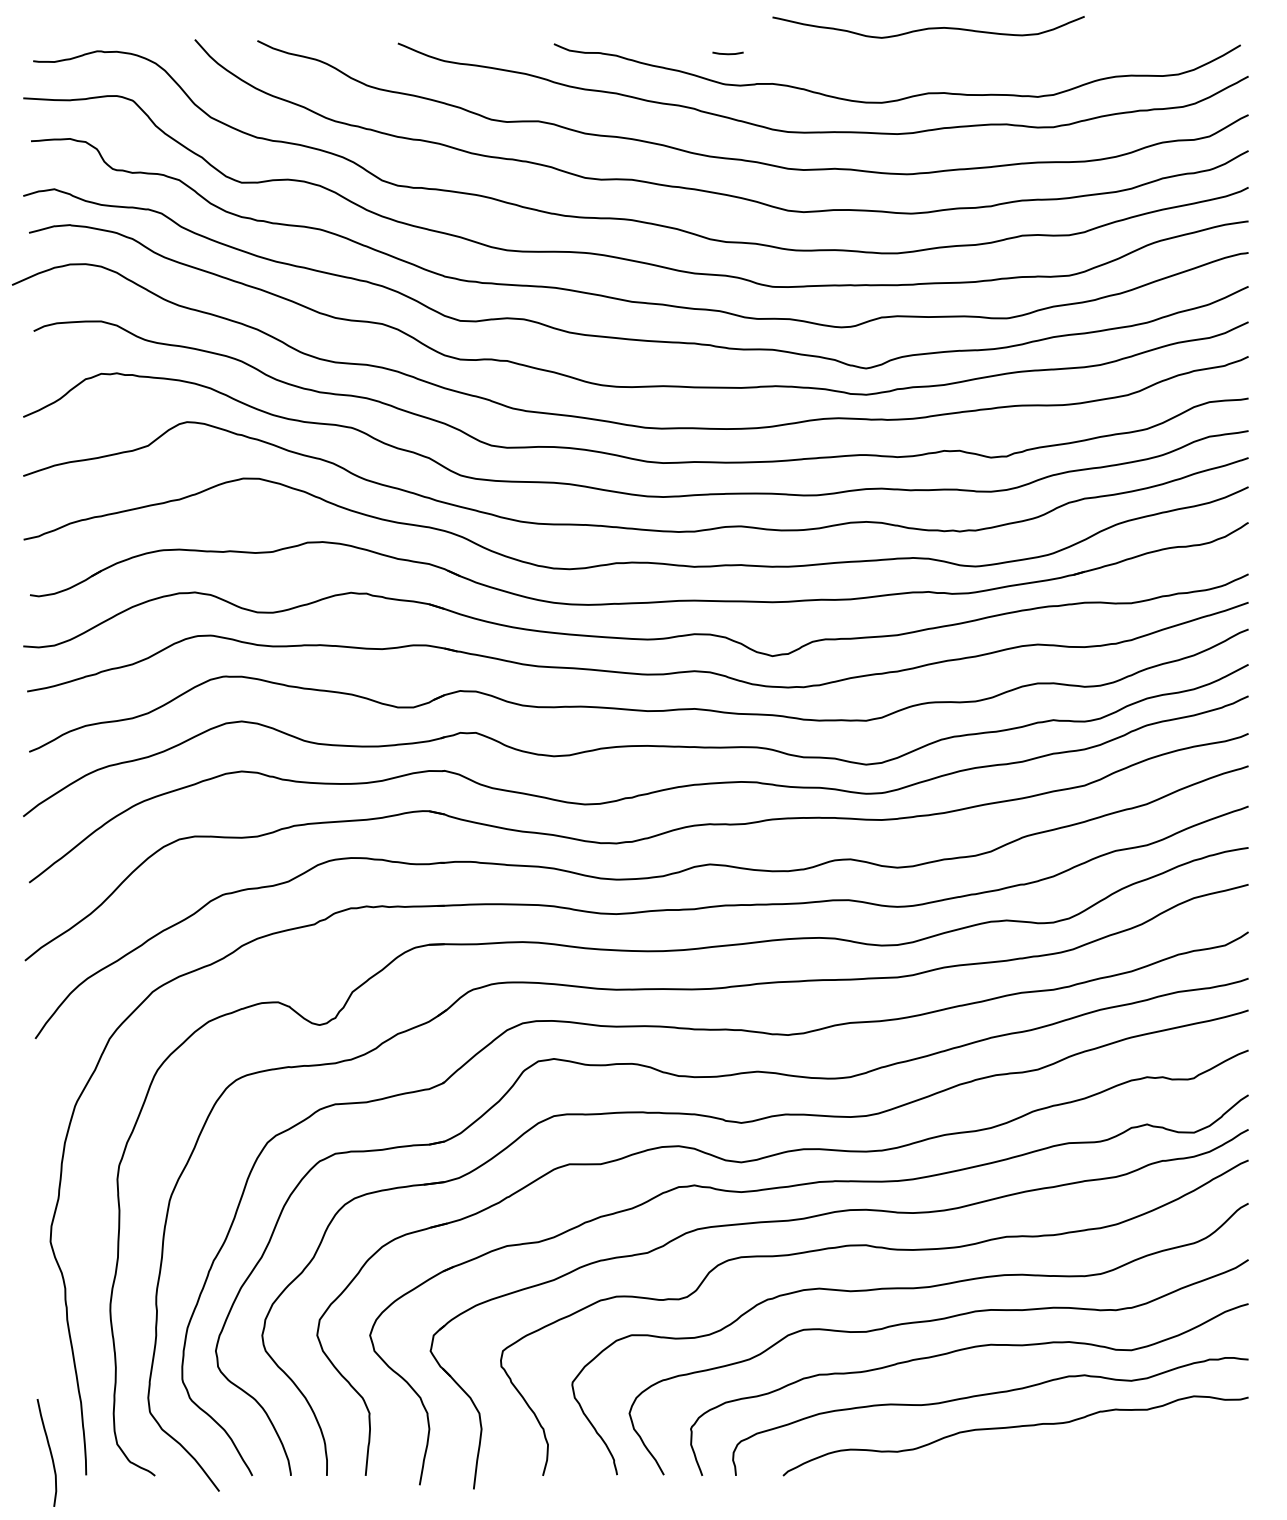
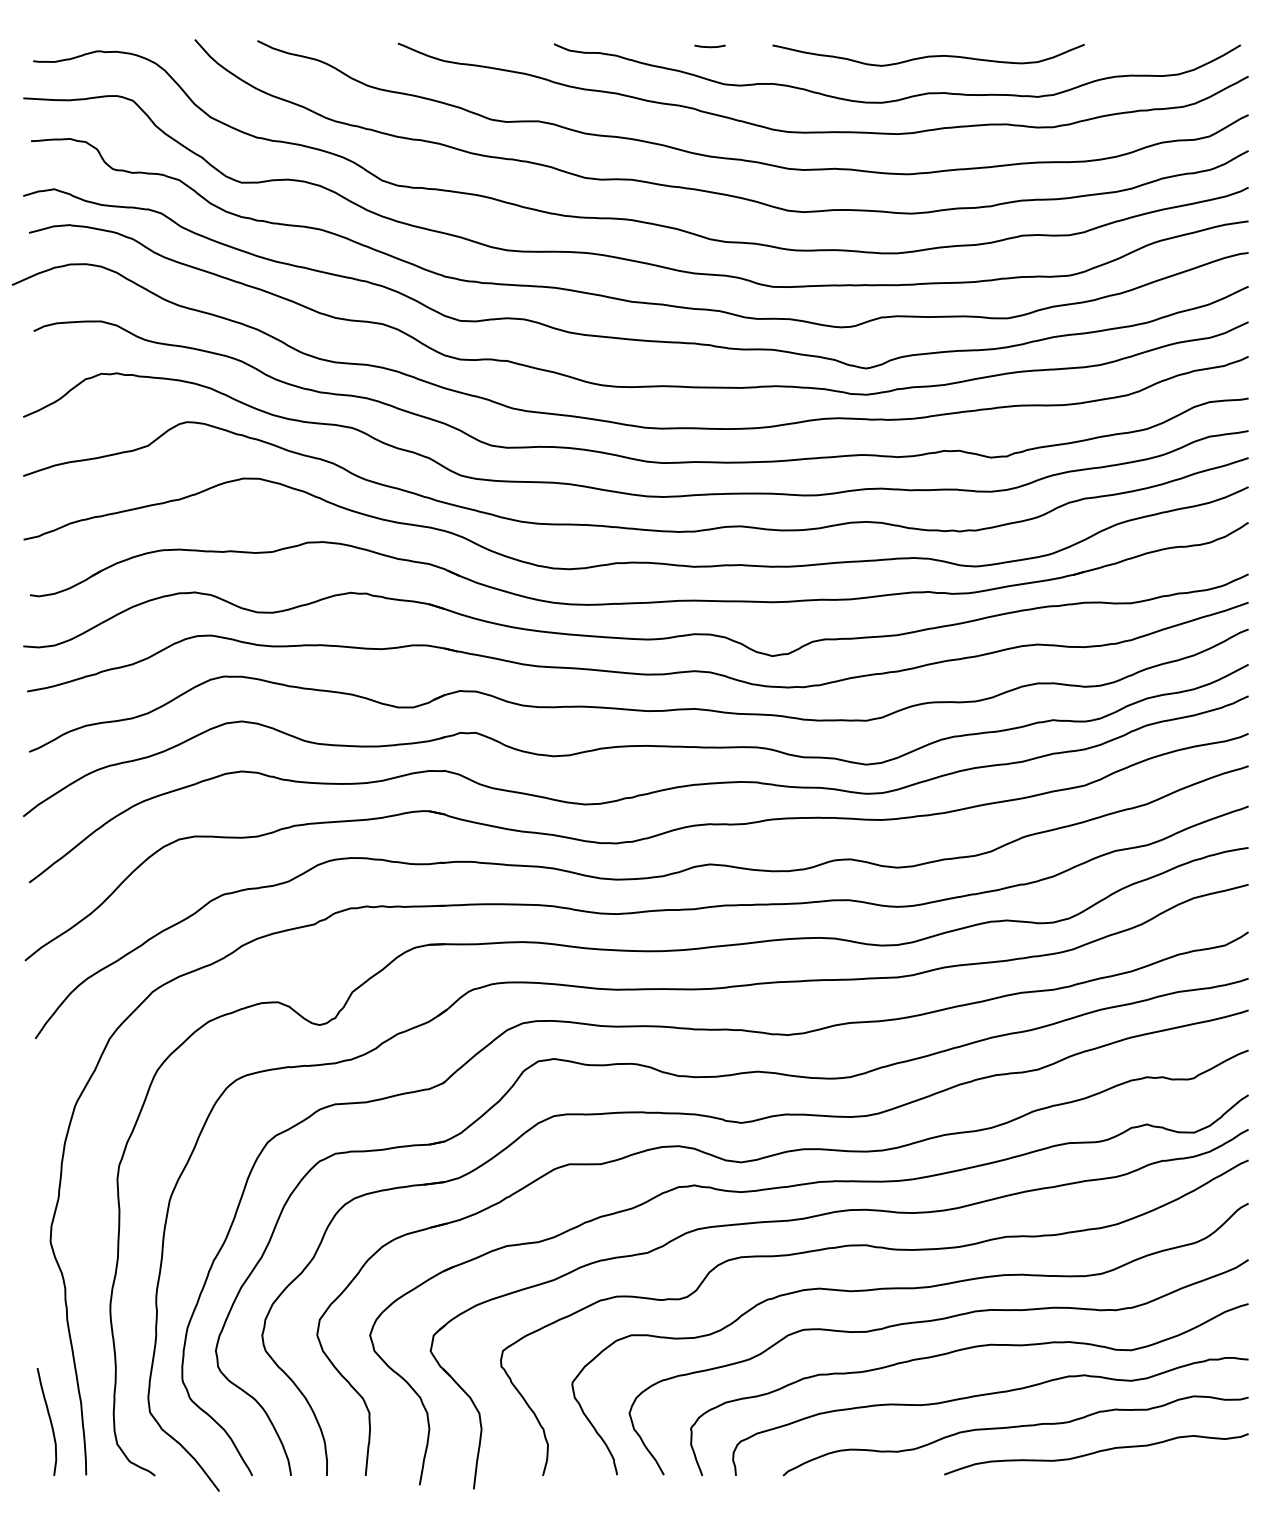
curve at (928, 27) position: (928, 27) -> (928, 55)
line at (727, 53) position: (727, 53) -> (709, 46)
curve at (49, 1451) position: (49, 1451) -> (49, 1420)
curve at (1096, 1453): none -> present
